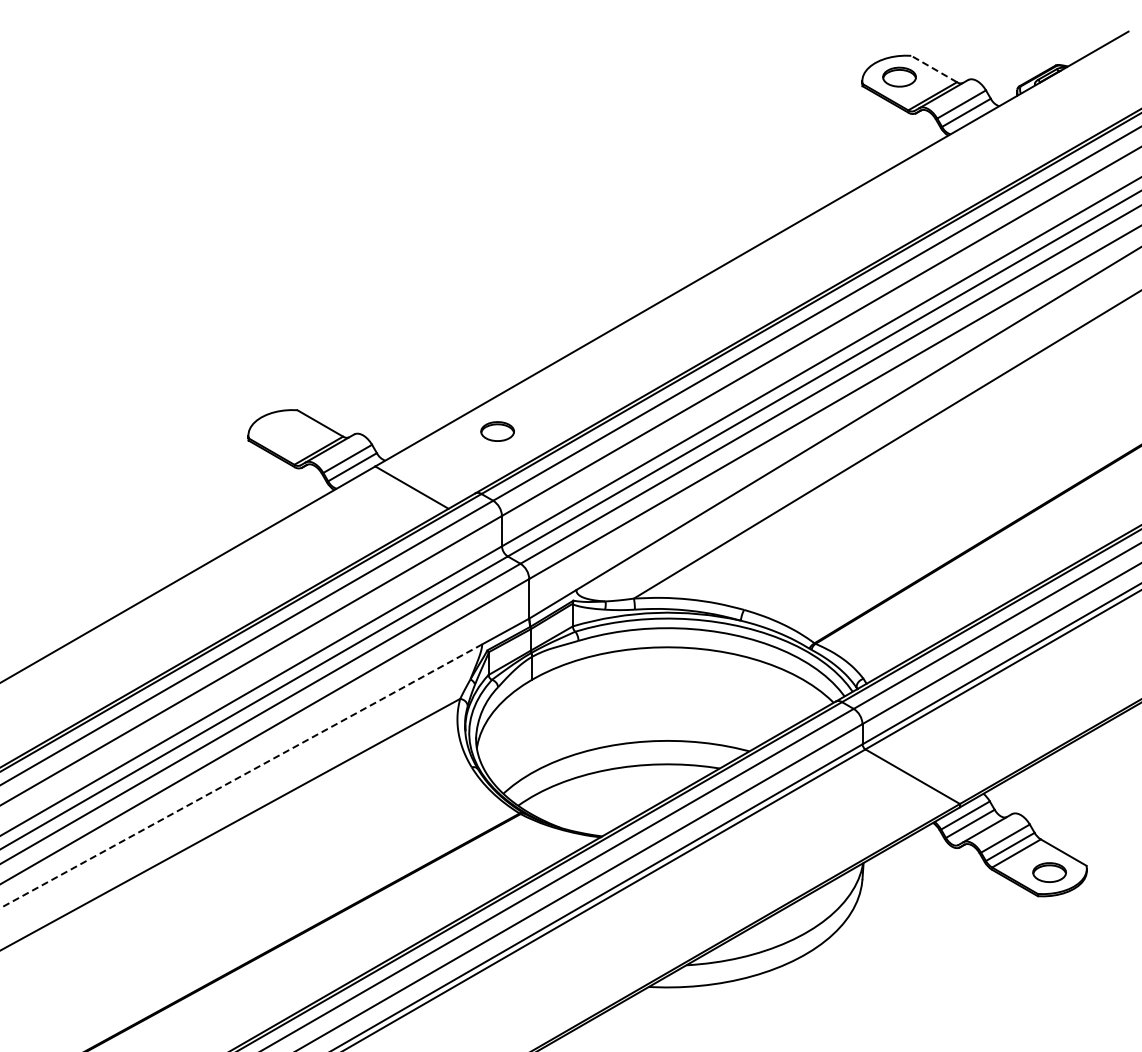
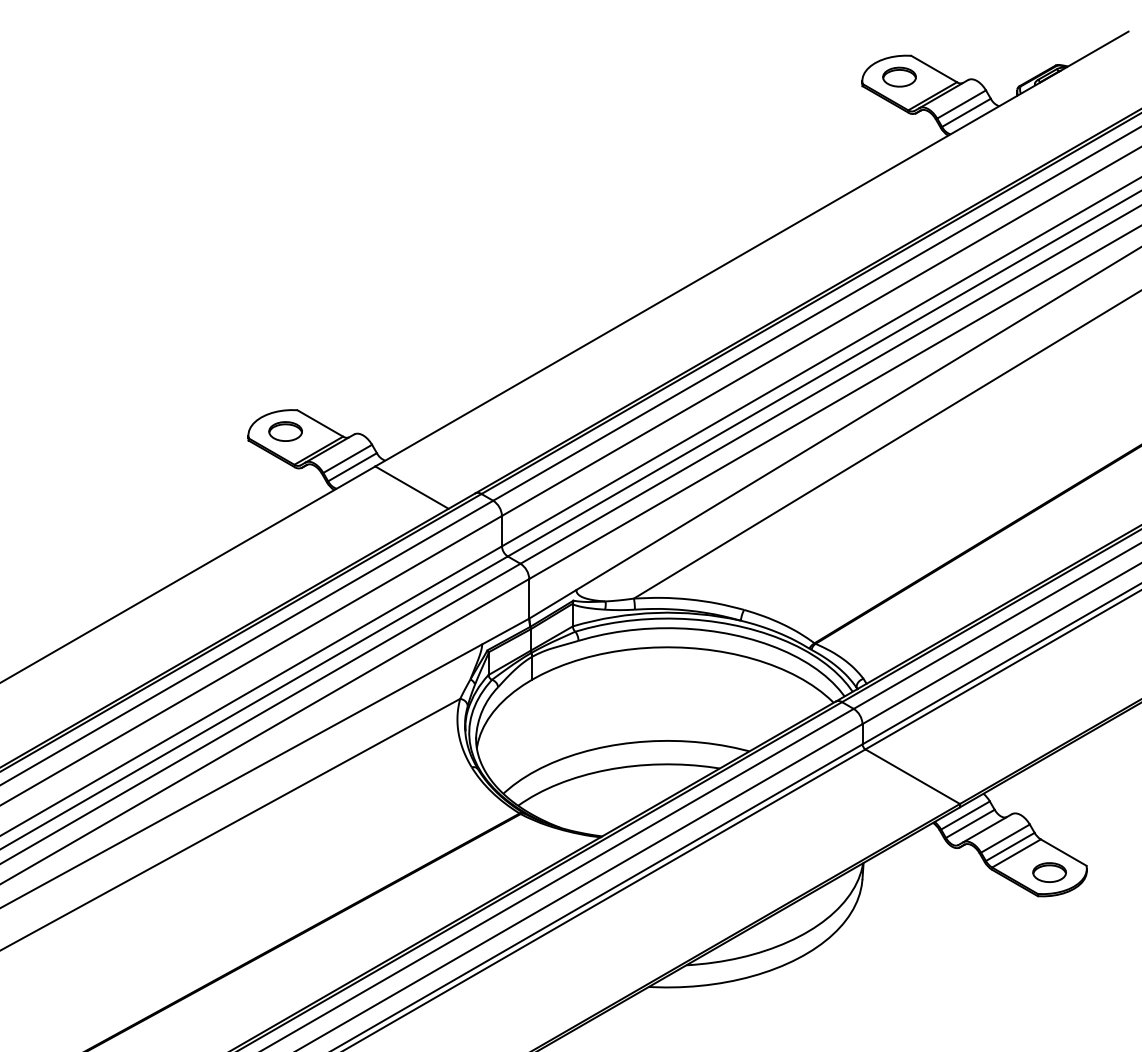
line at (933, 68): dashed -> solid
part at (497, 431) position: (497, 431) -> (285, 431)
line at (241, 776): dashed -> solid
